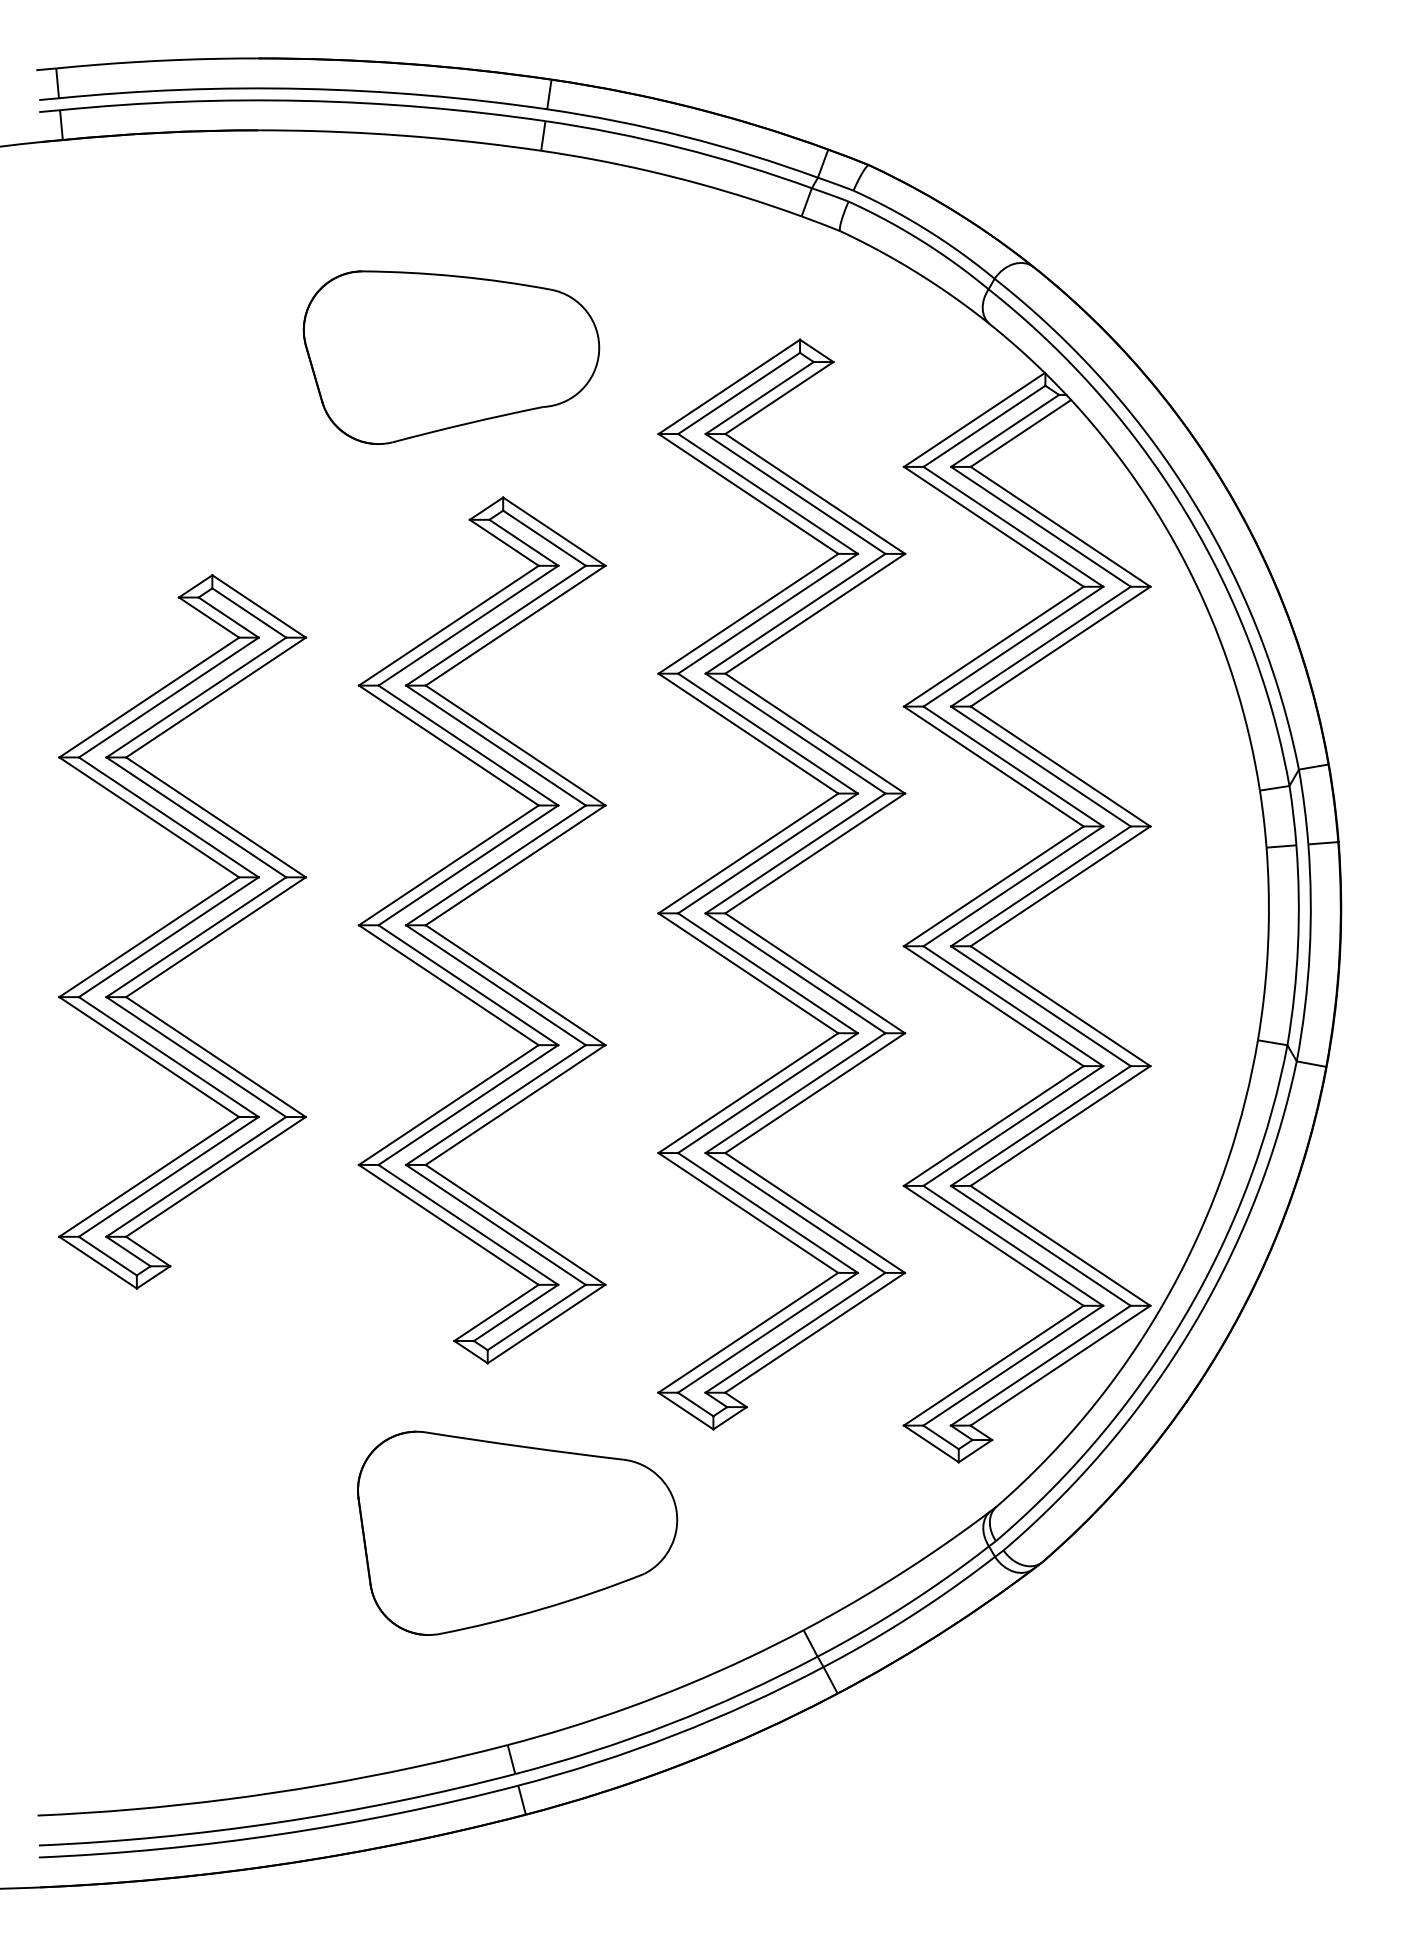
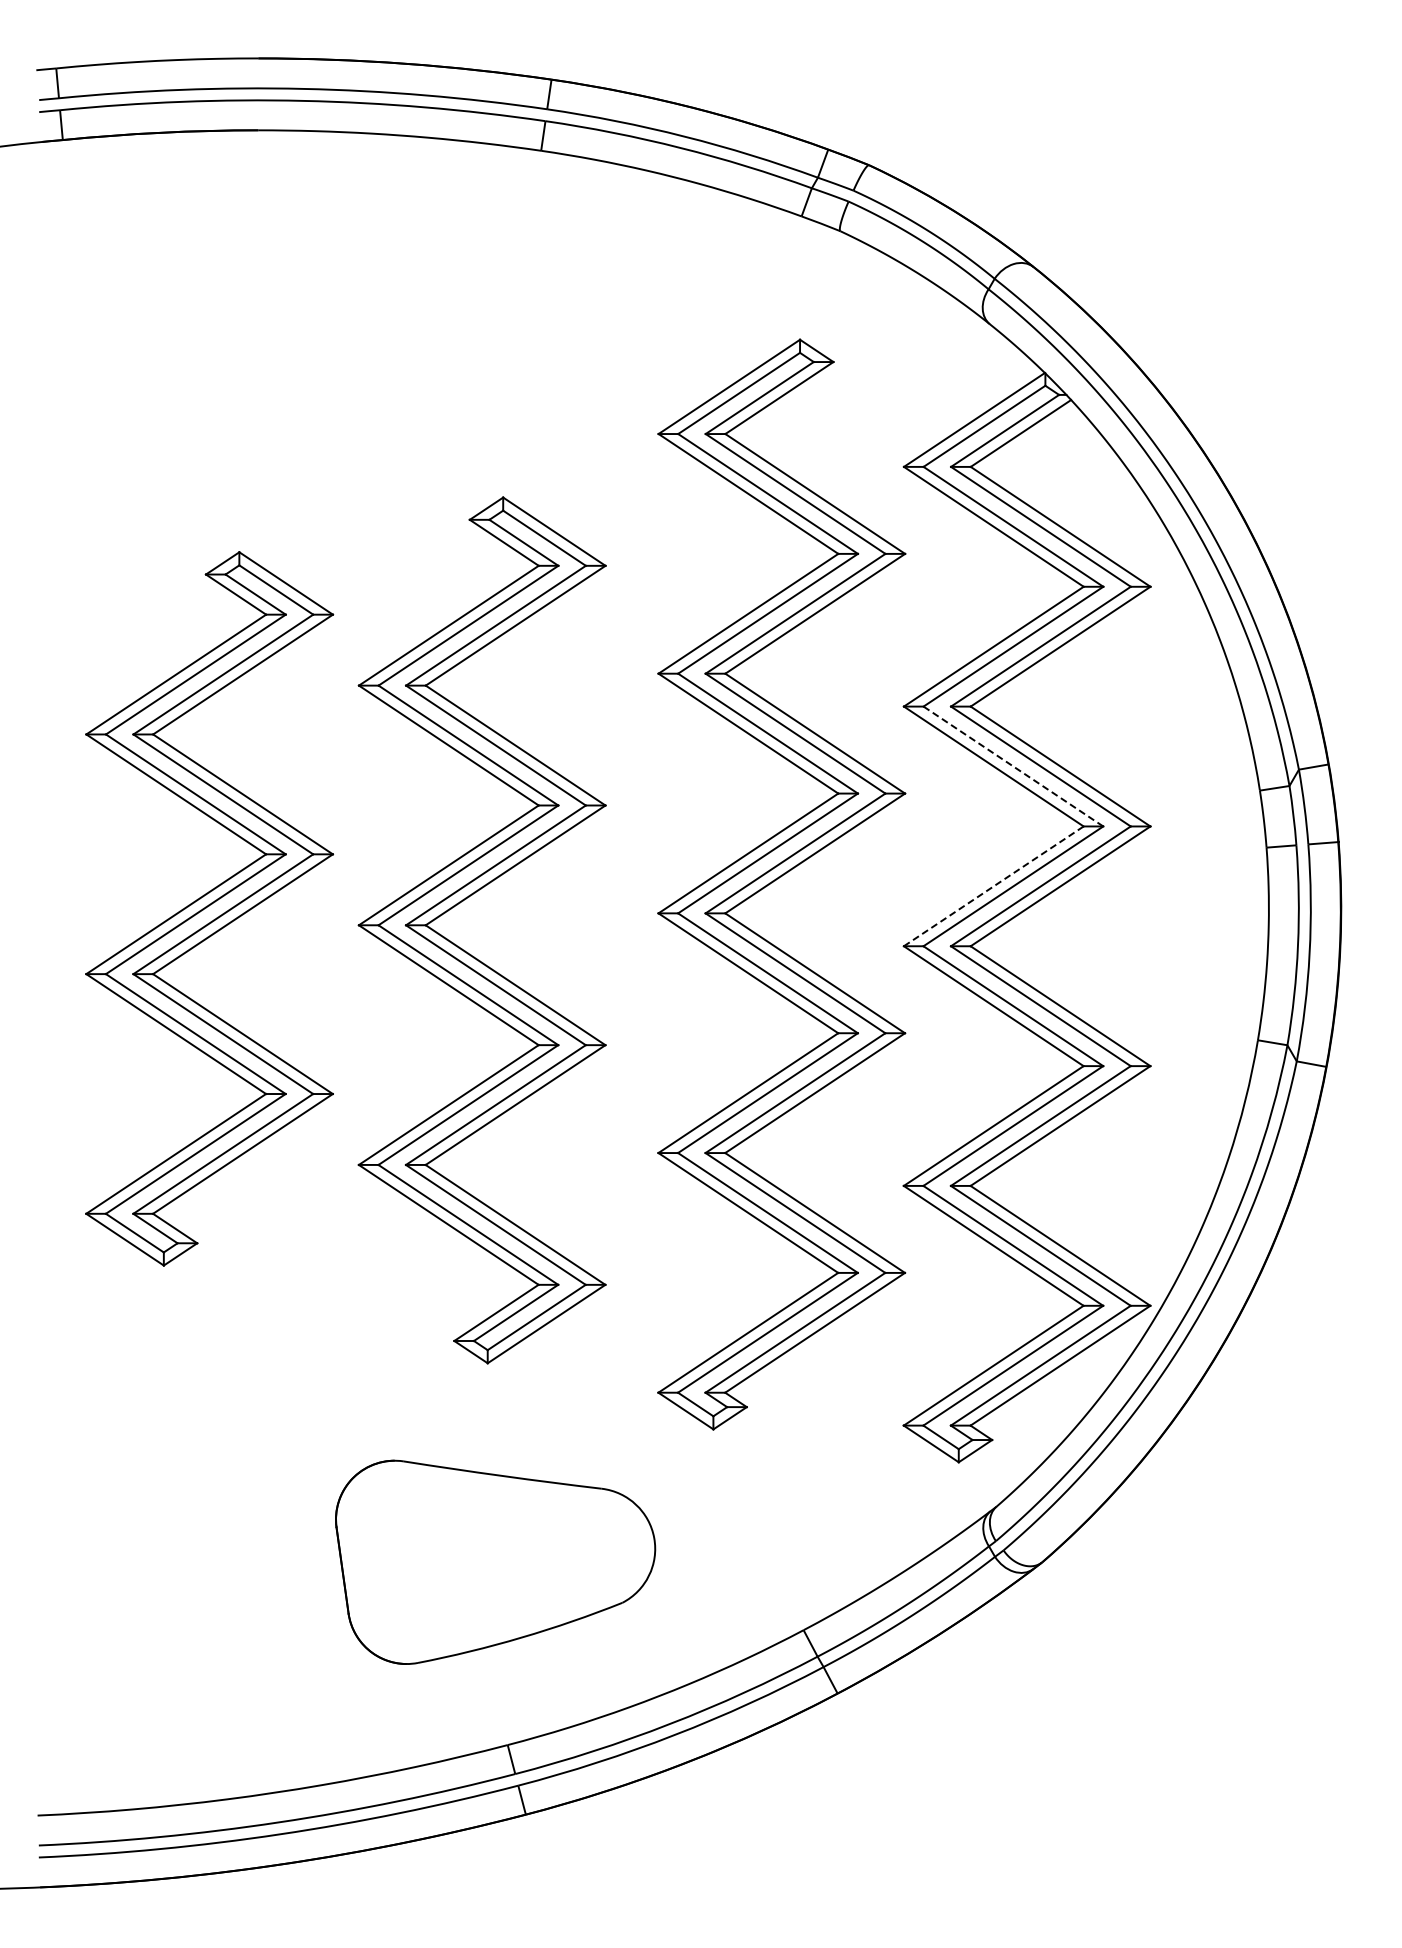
part at (451, 357): present -> none
line at (1013, 766): solid -> dashed
line at (994, 886): solid -> dashed
part at (182, 931) position: (182, 931) -> (209, 908)
part at (517, 1532) position: (517, 1532) -> (495, 1561)
